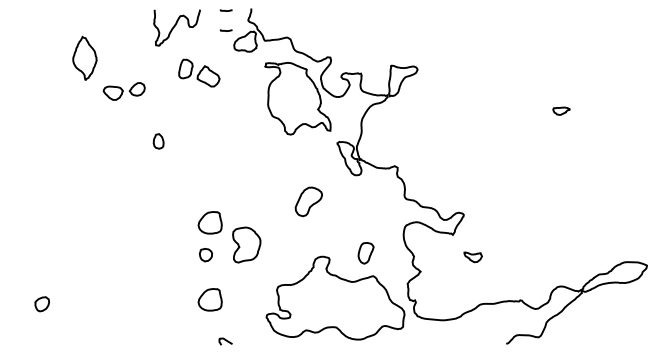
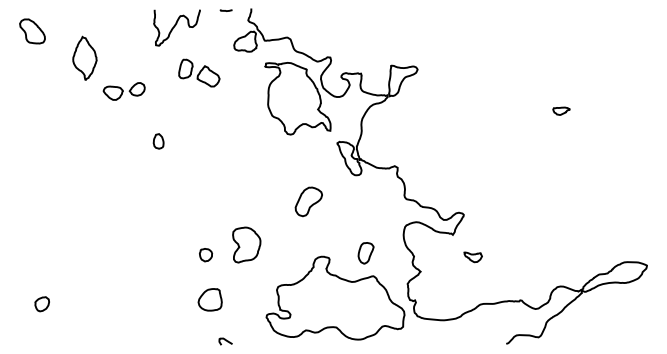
line at (225, 30): present -> none
part at (32, 31): none -> present
part at (209, 222): present -> none
